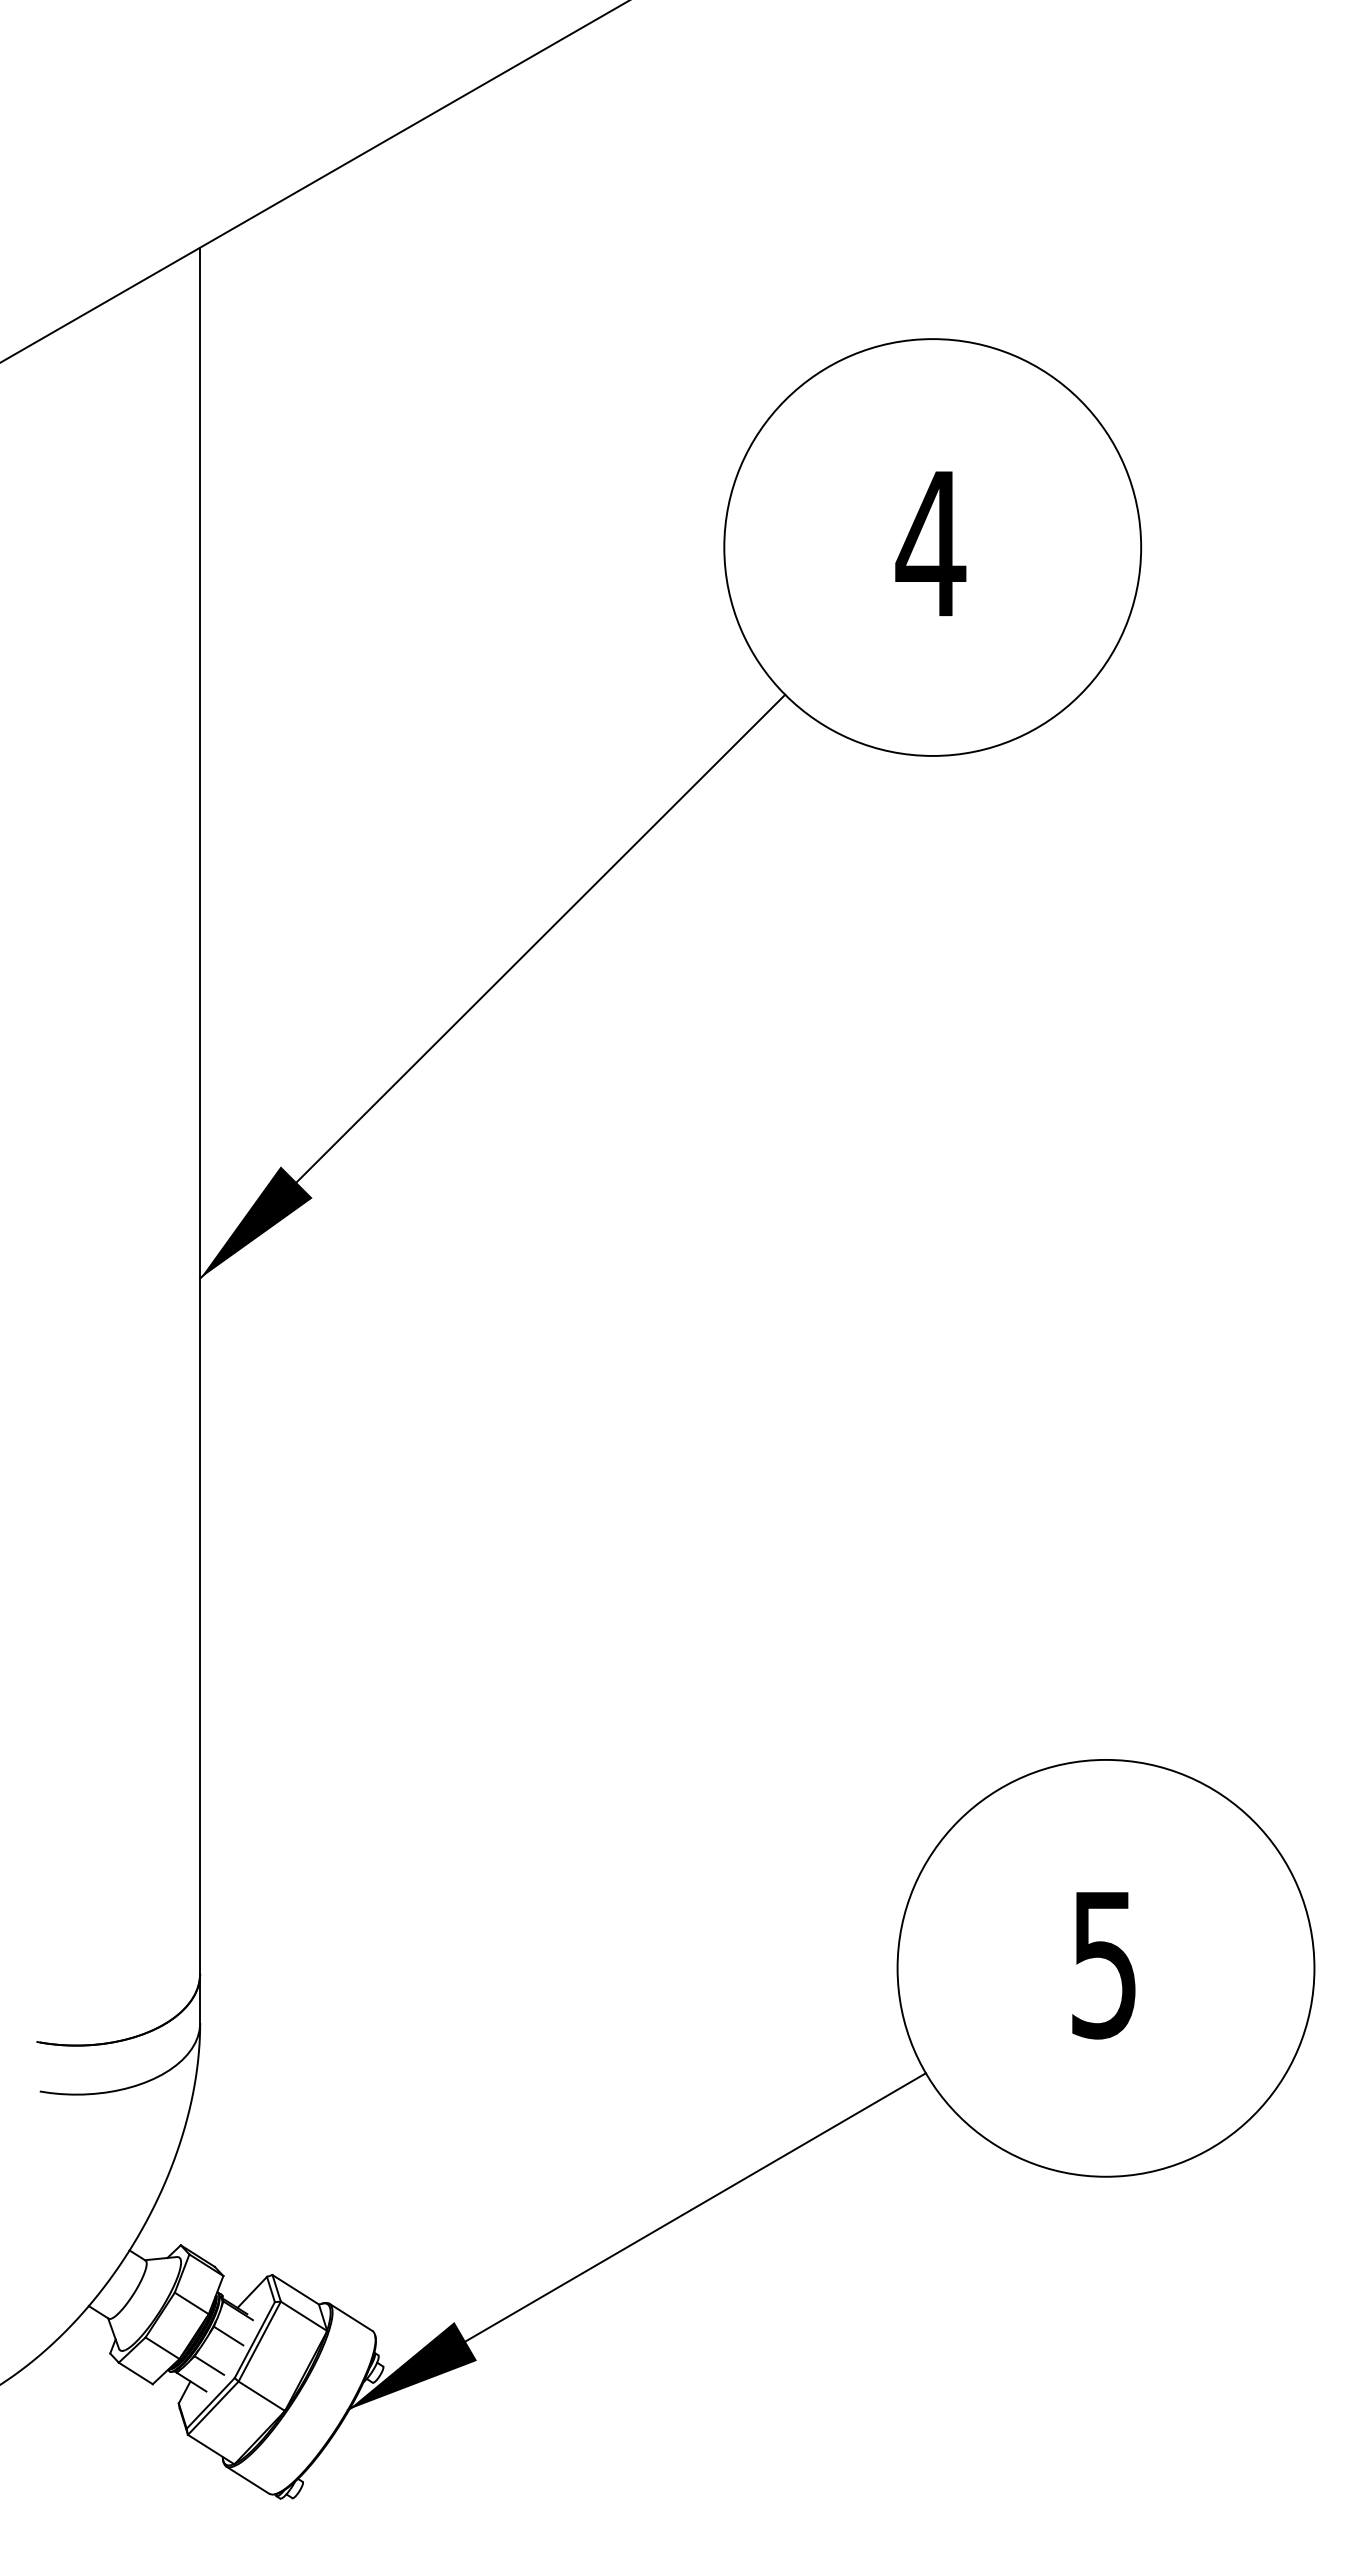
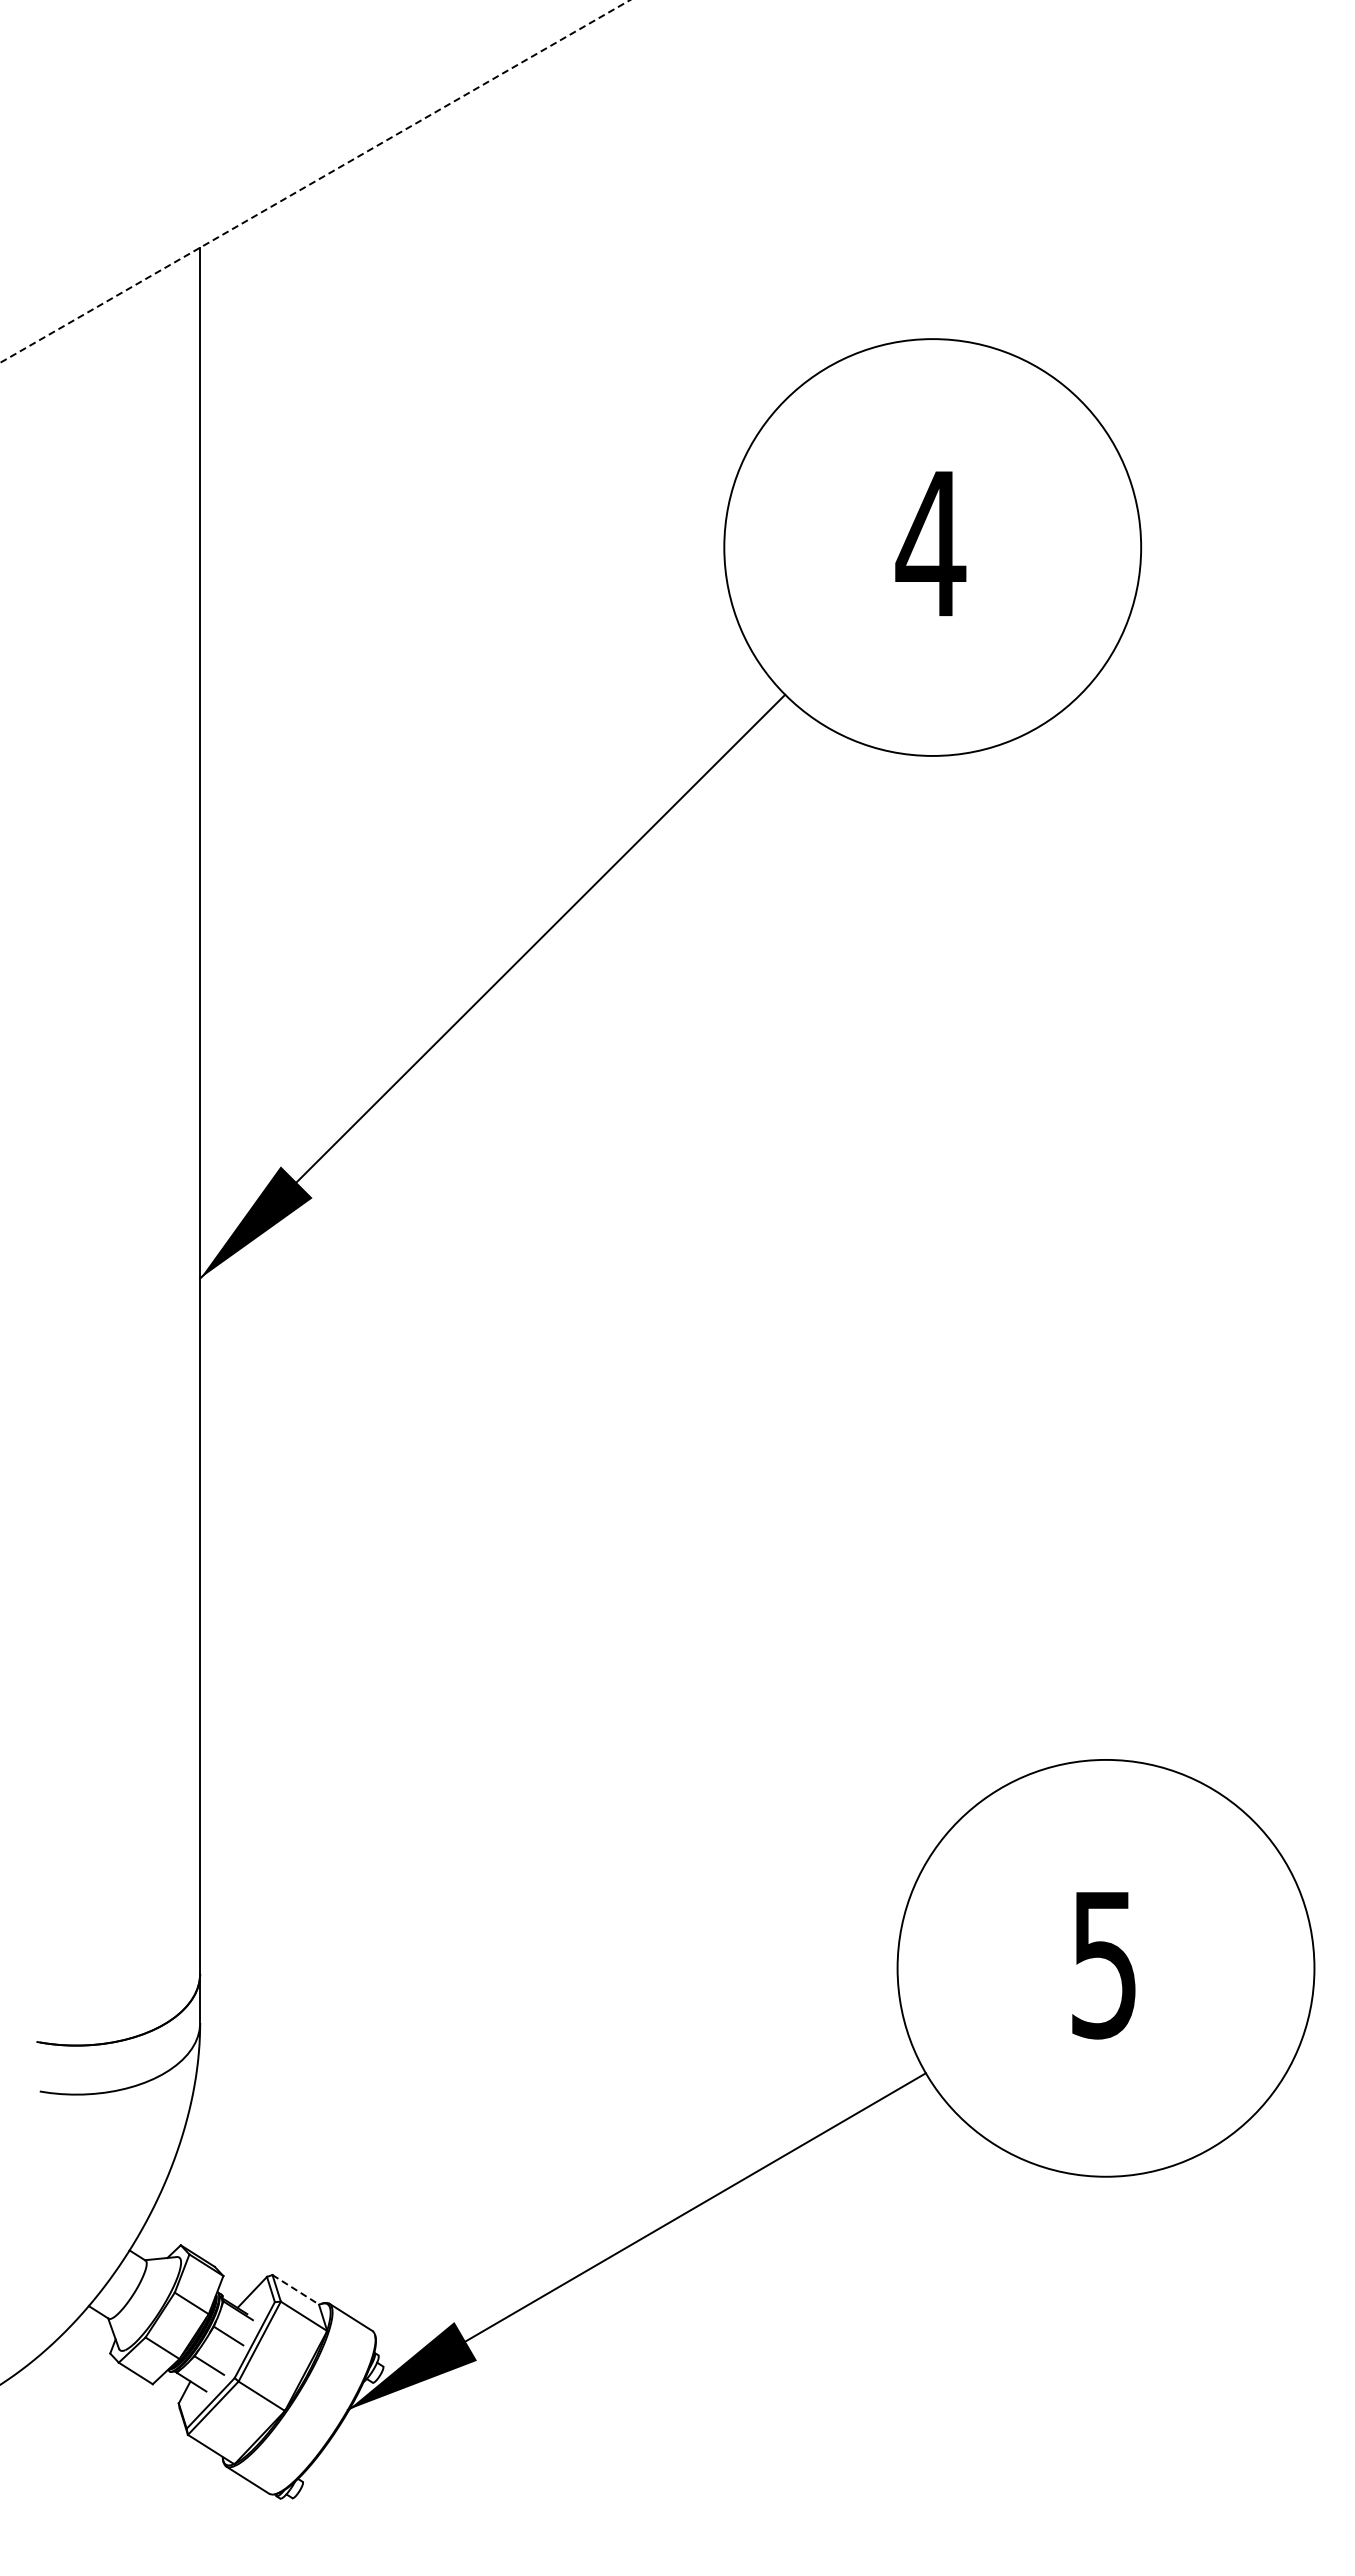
line at (315, 181): solid -> dashed
line at (295, 2289): solid -> dashed
